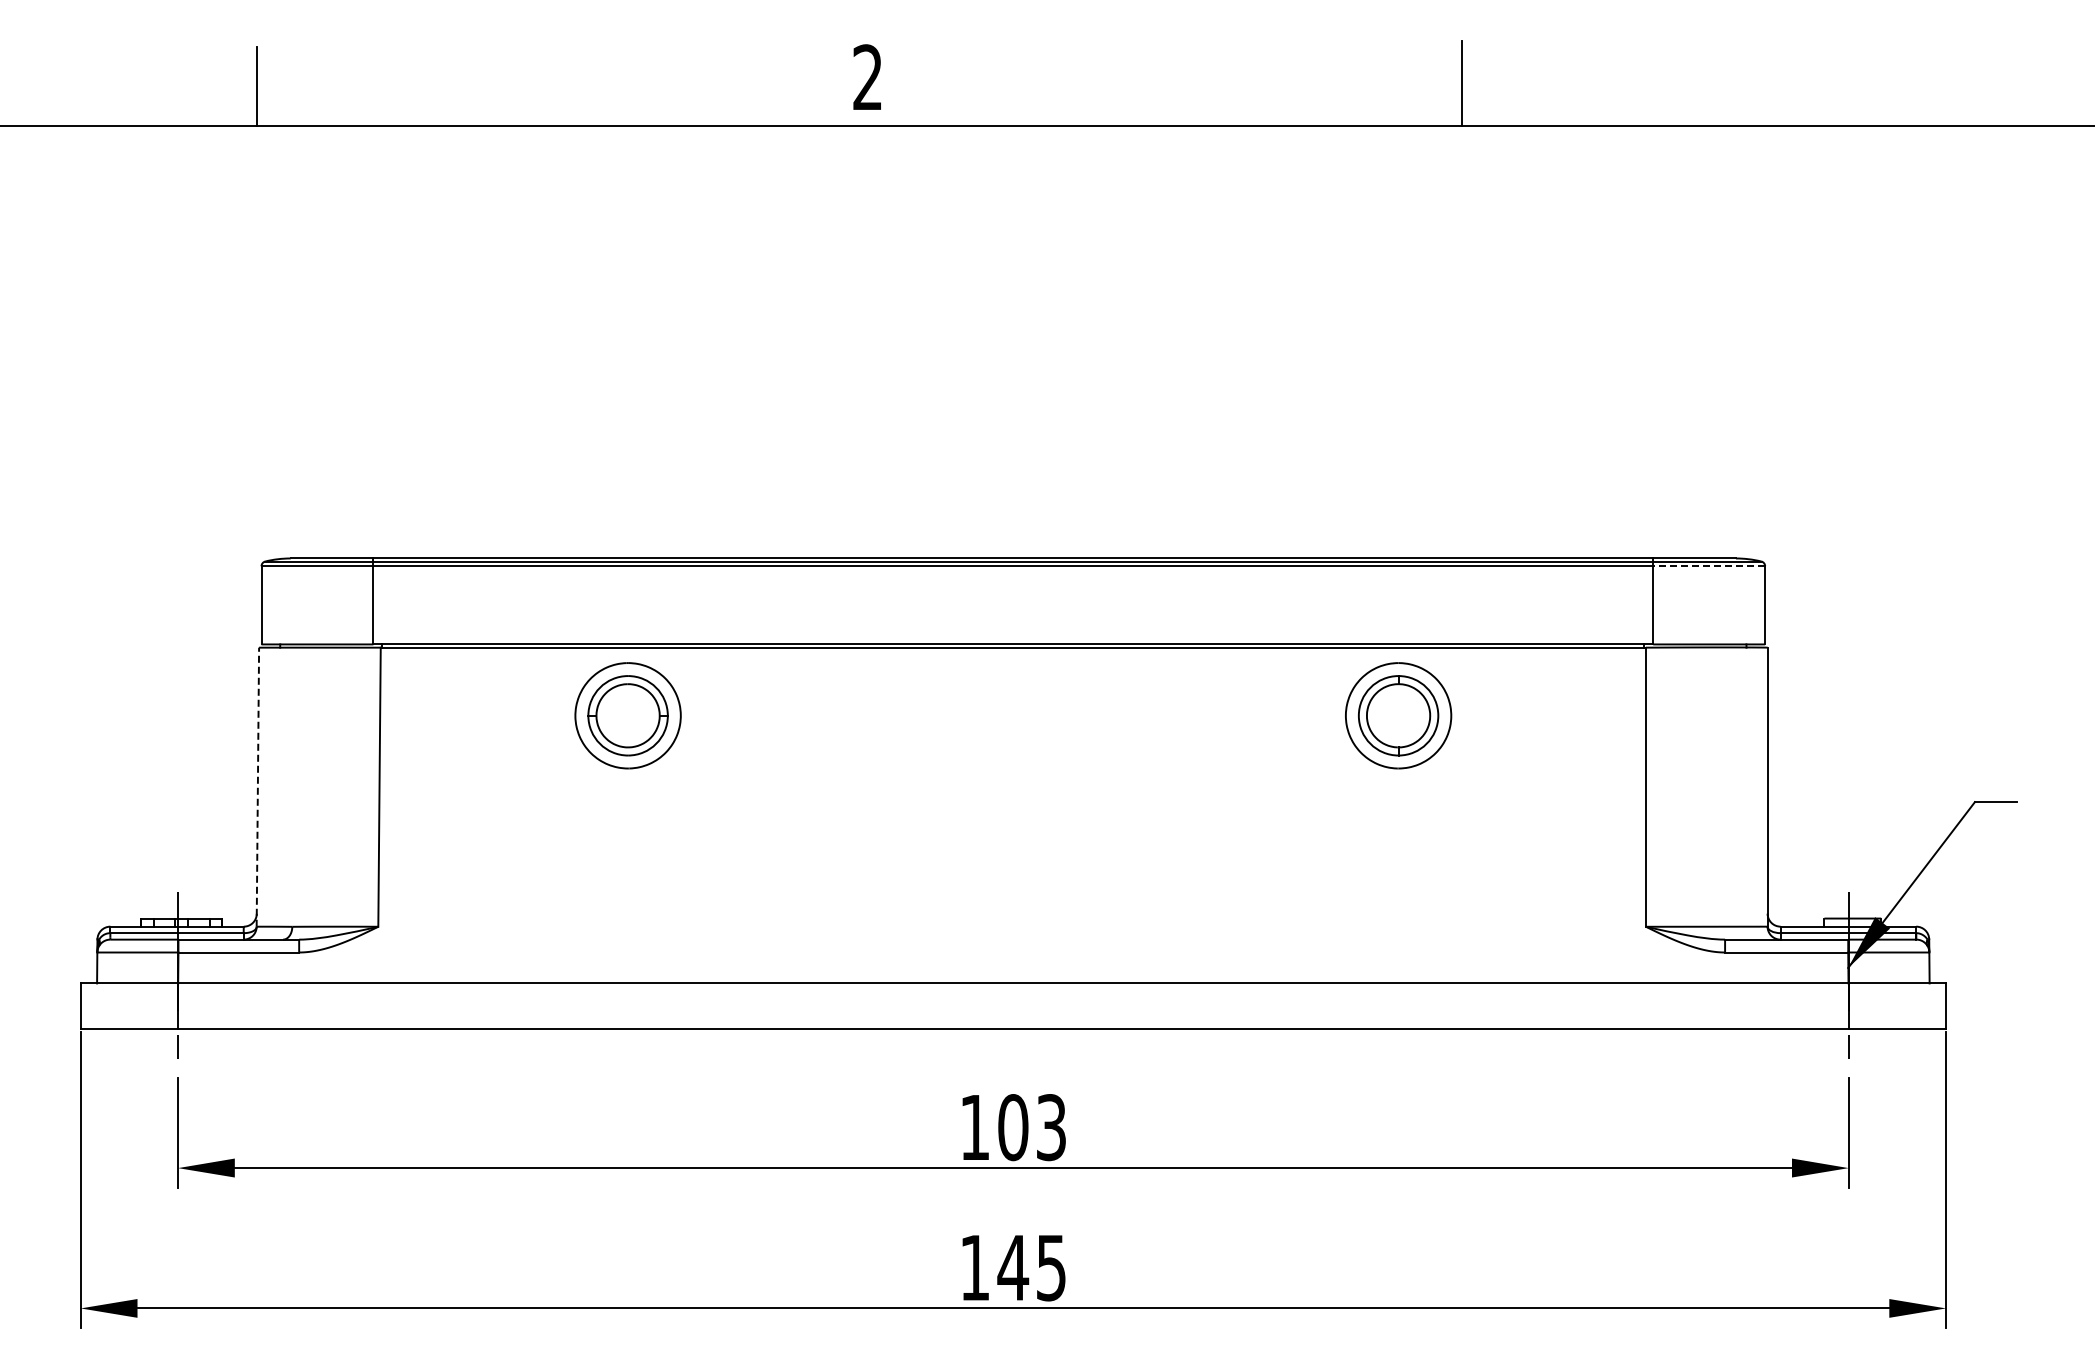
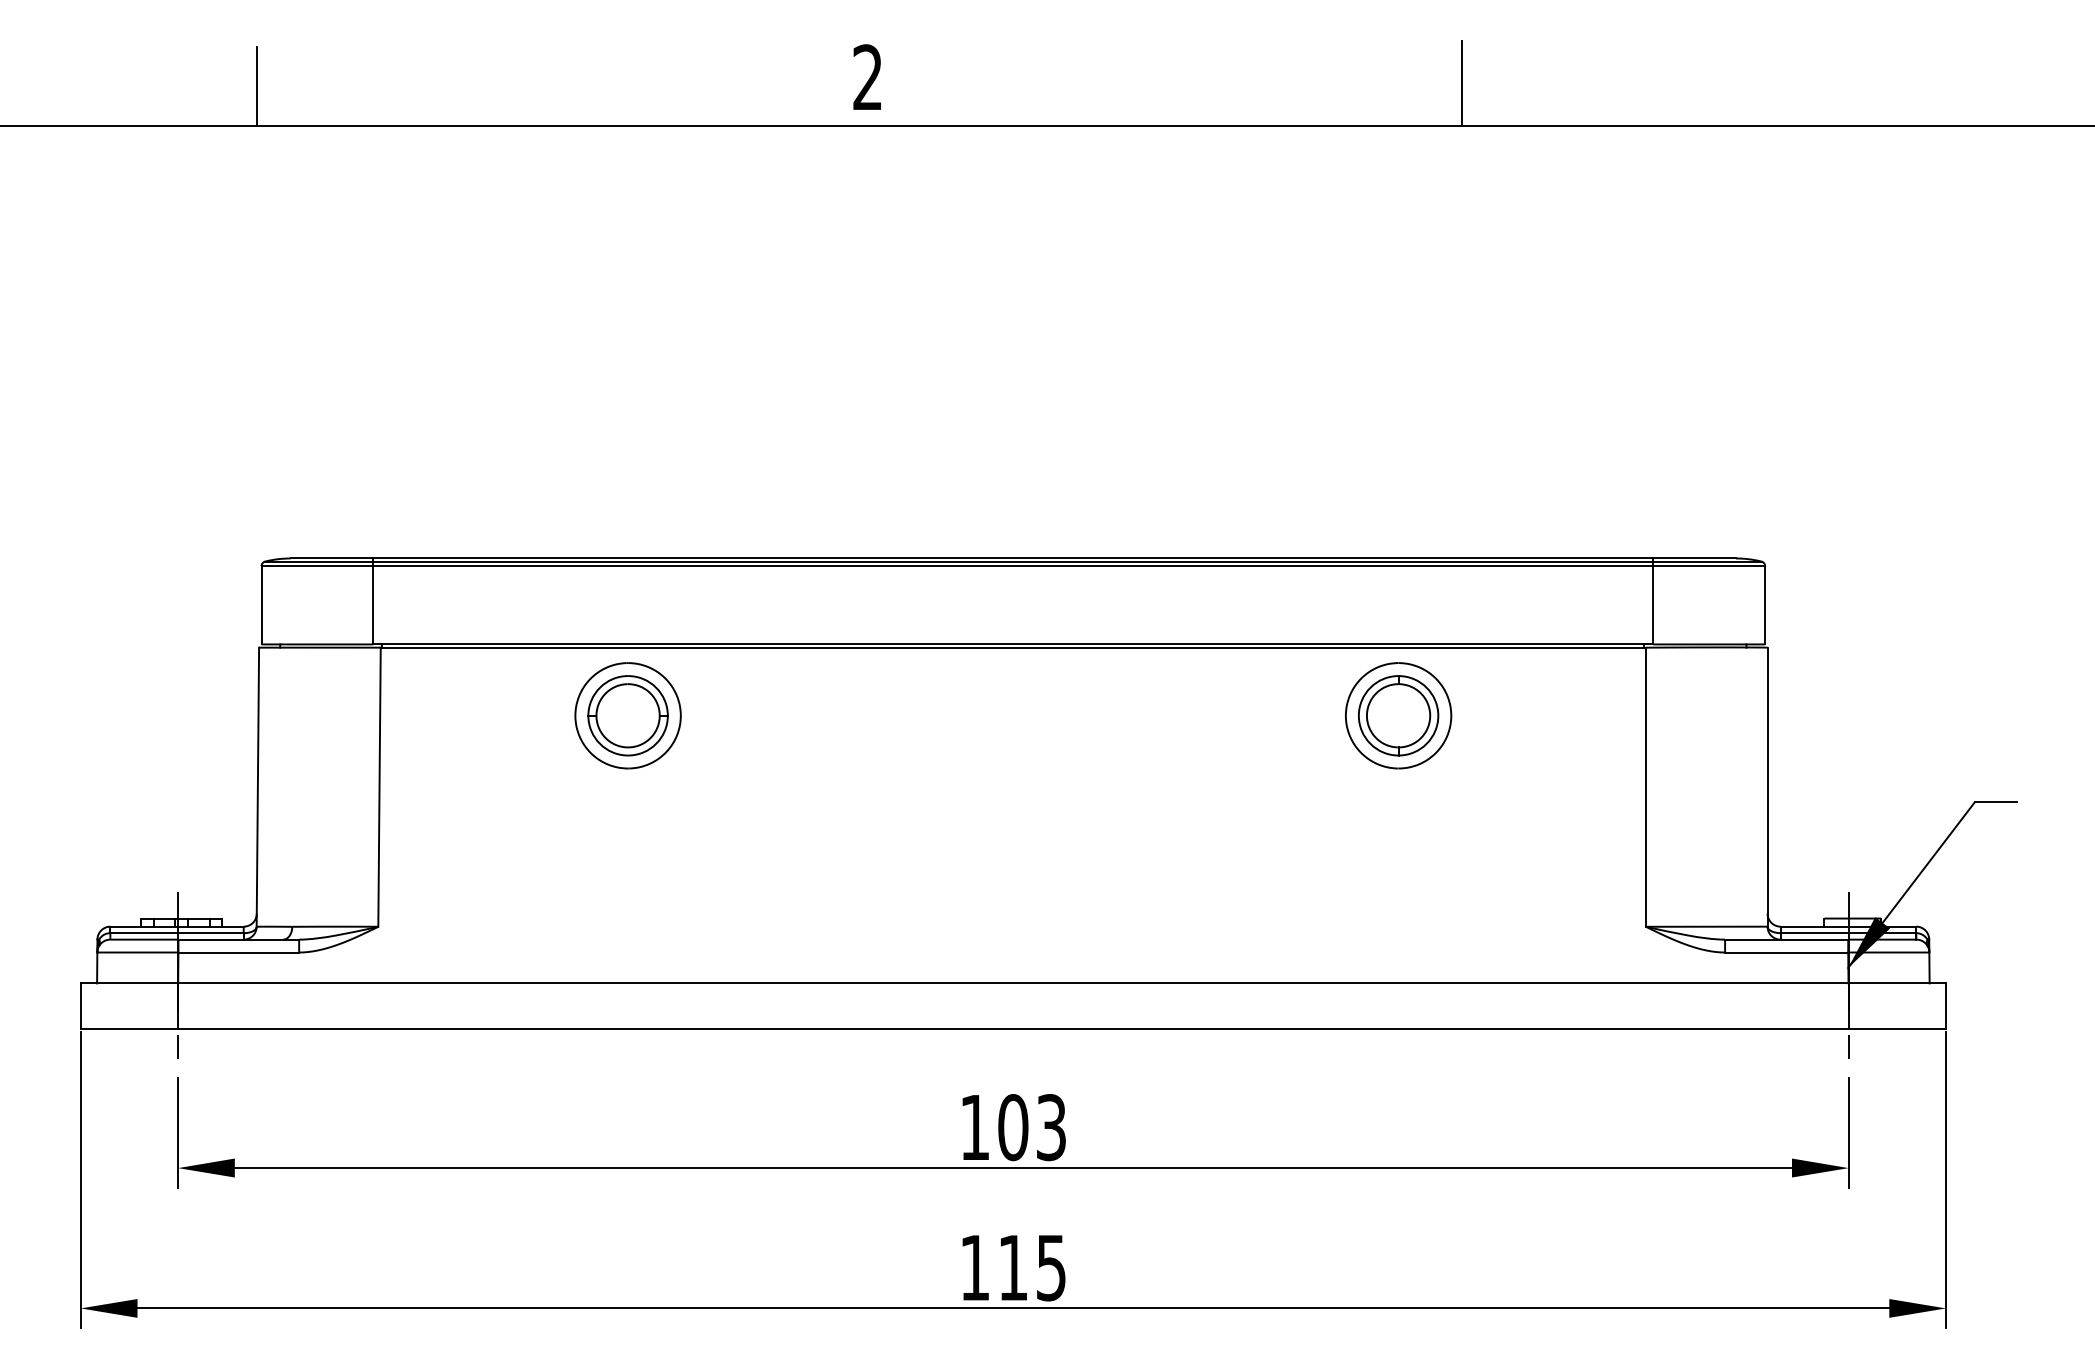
line at (1709, 566): dashed -> solid
line at (257, 787): dashed -> solid
text at (1013, 1267): 145 -> 115
